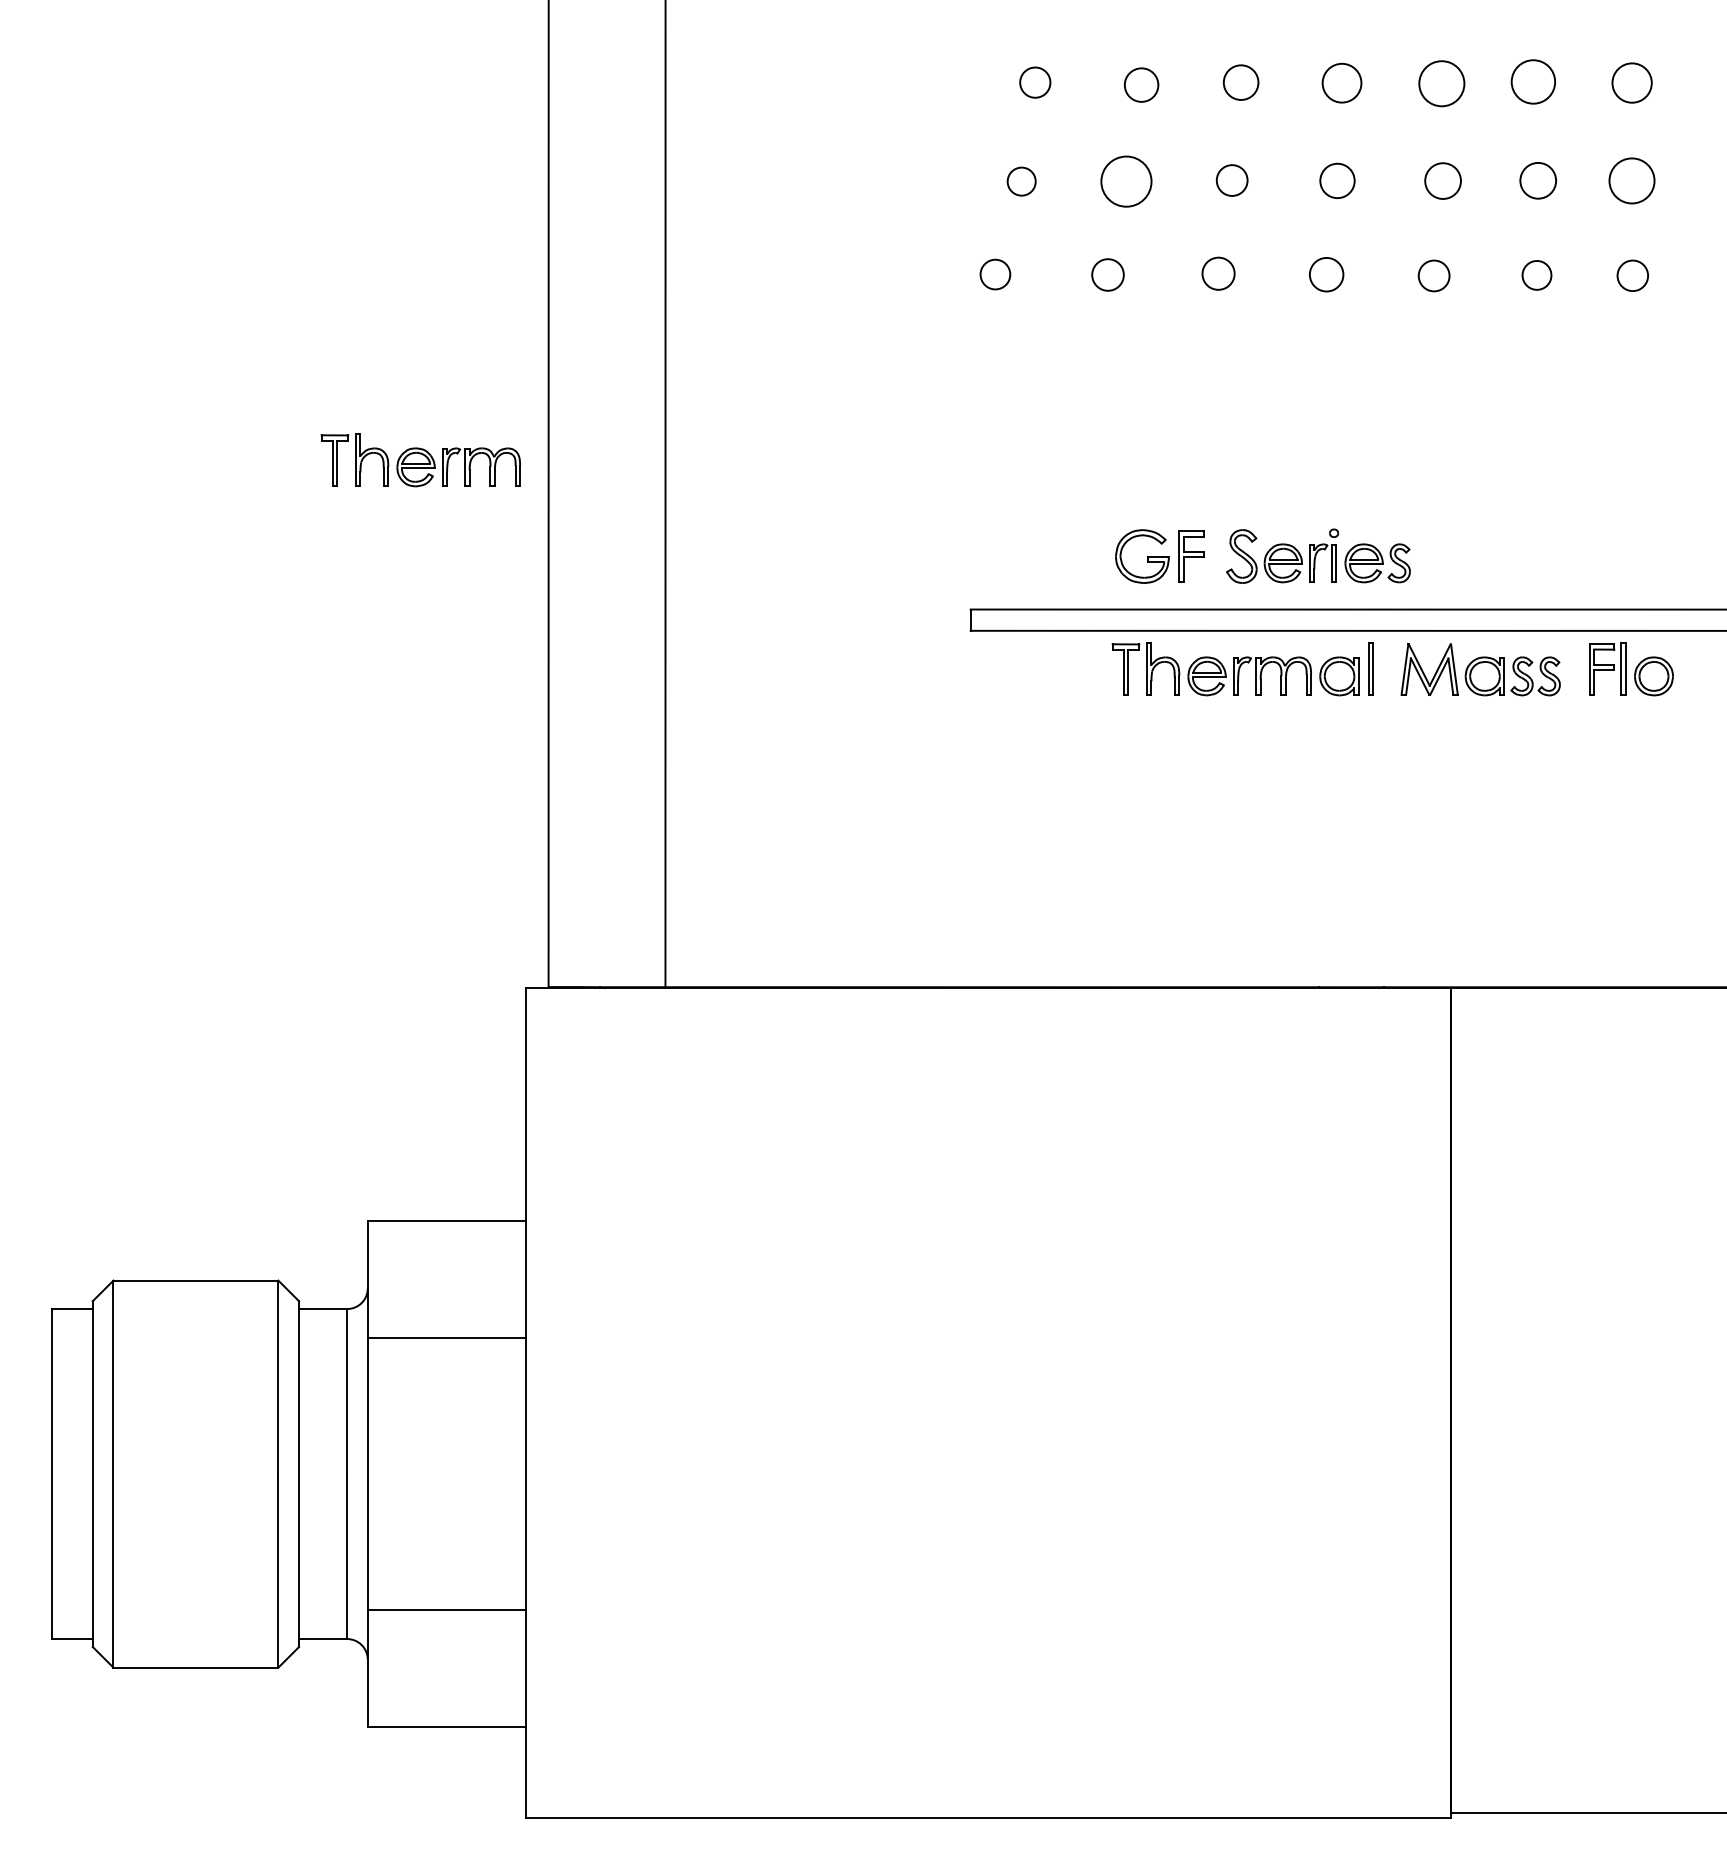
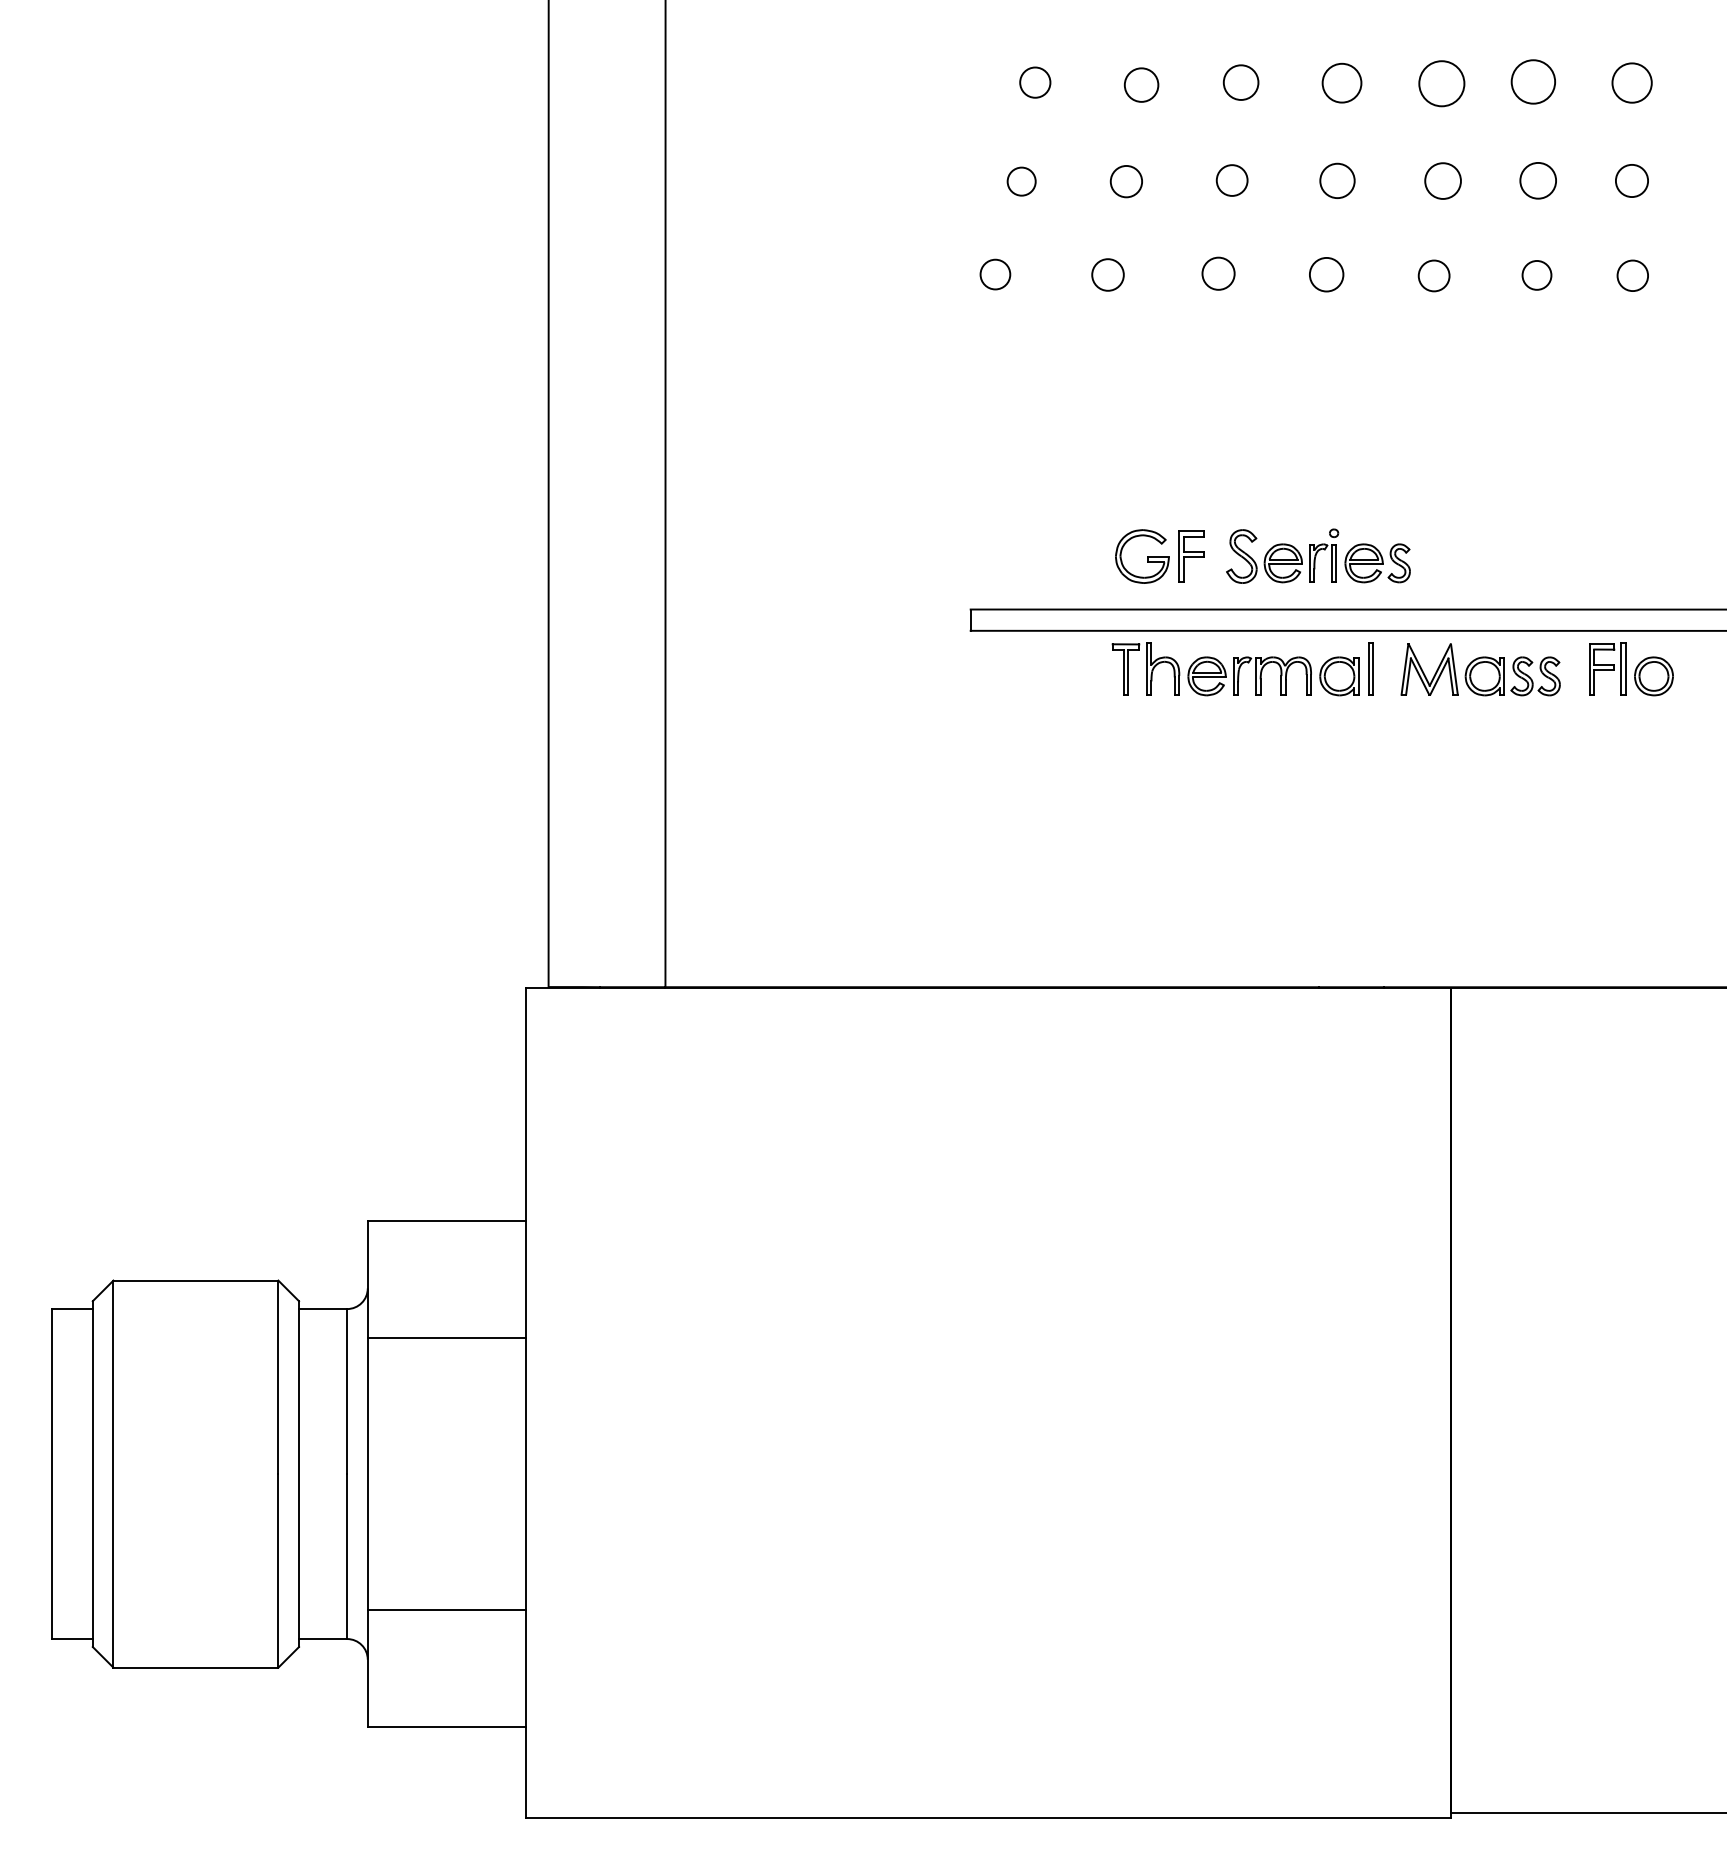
circle at (1631, 180) size: 48x48 px -> 34x34 px
circle at (1126, 181) diameter: 50 px -> 31 px
part at (420, 460): present -> none
